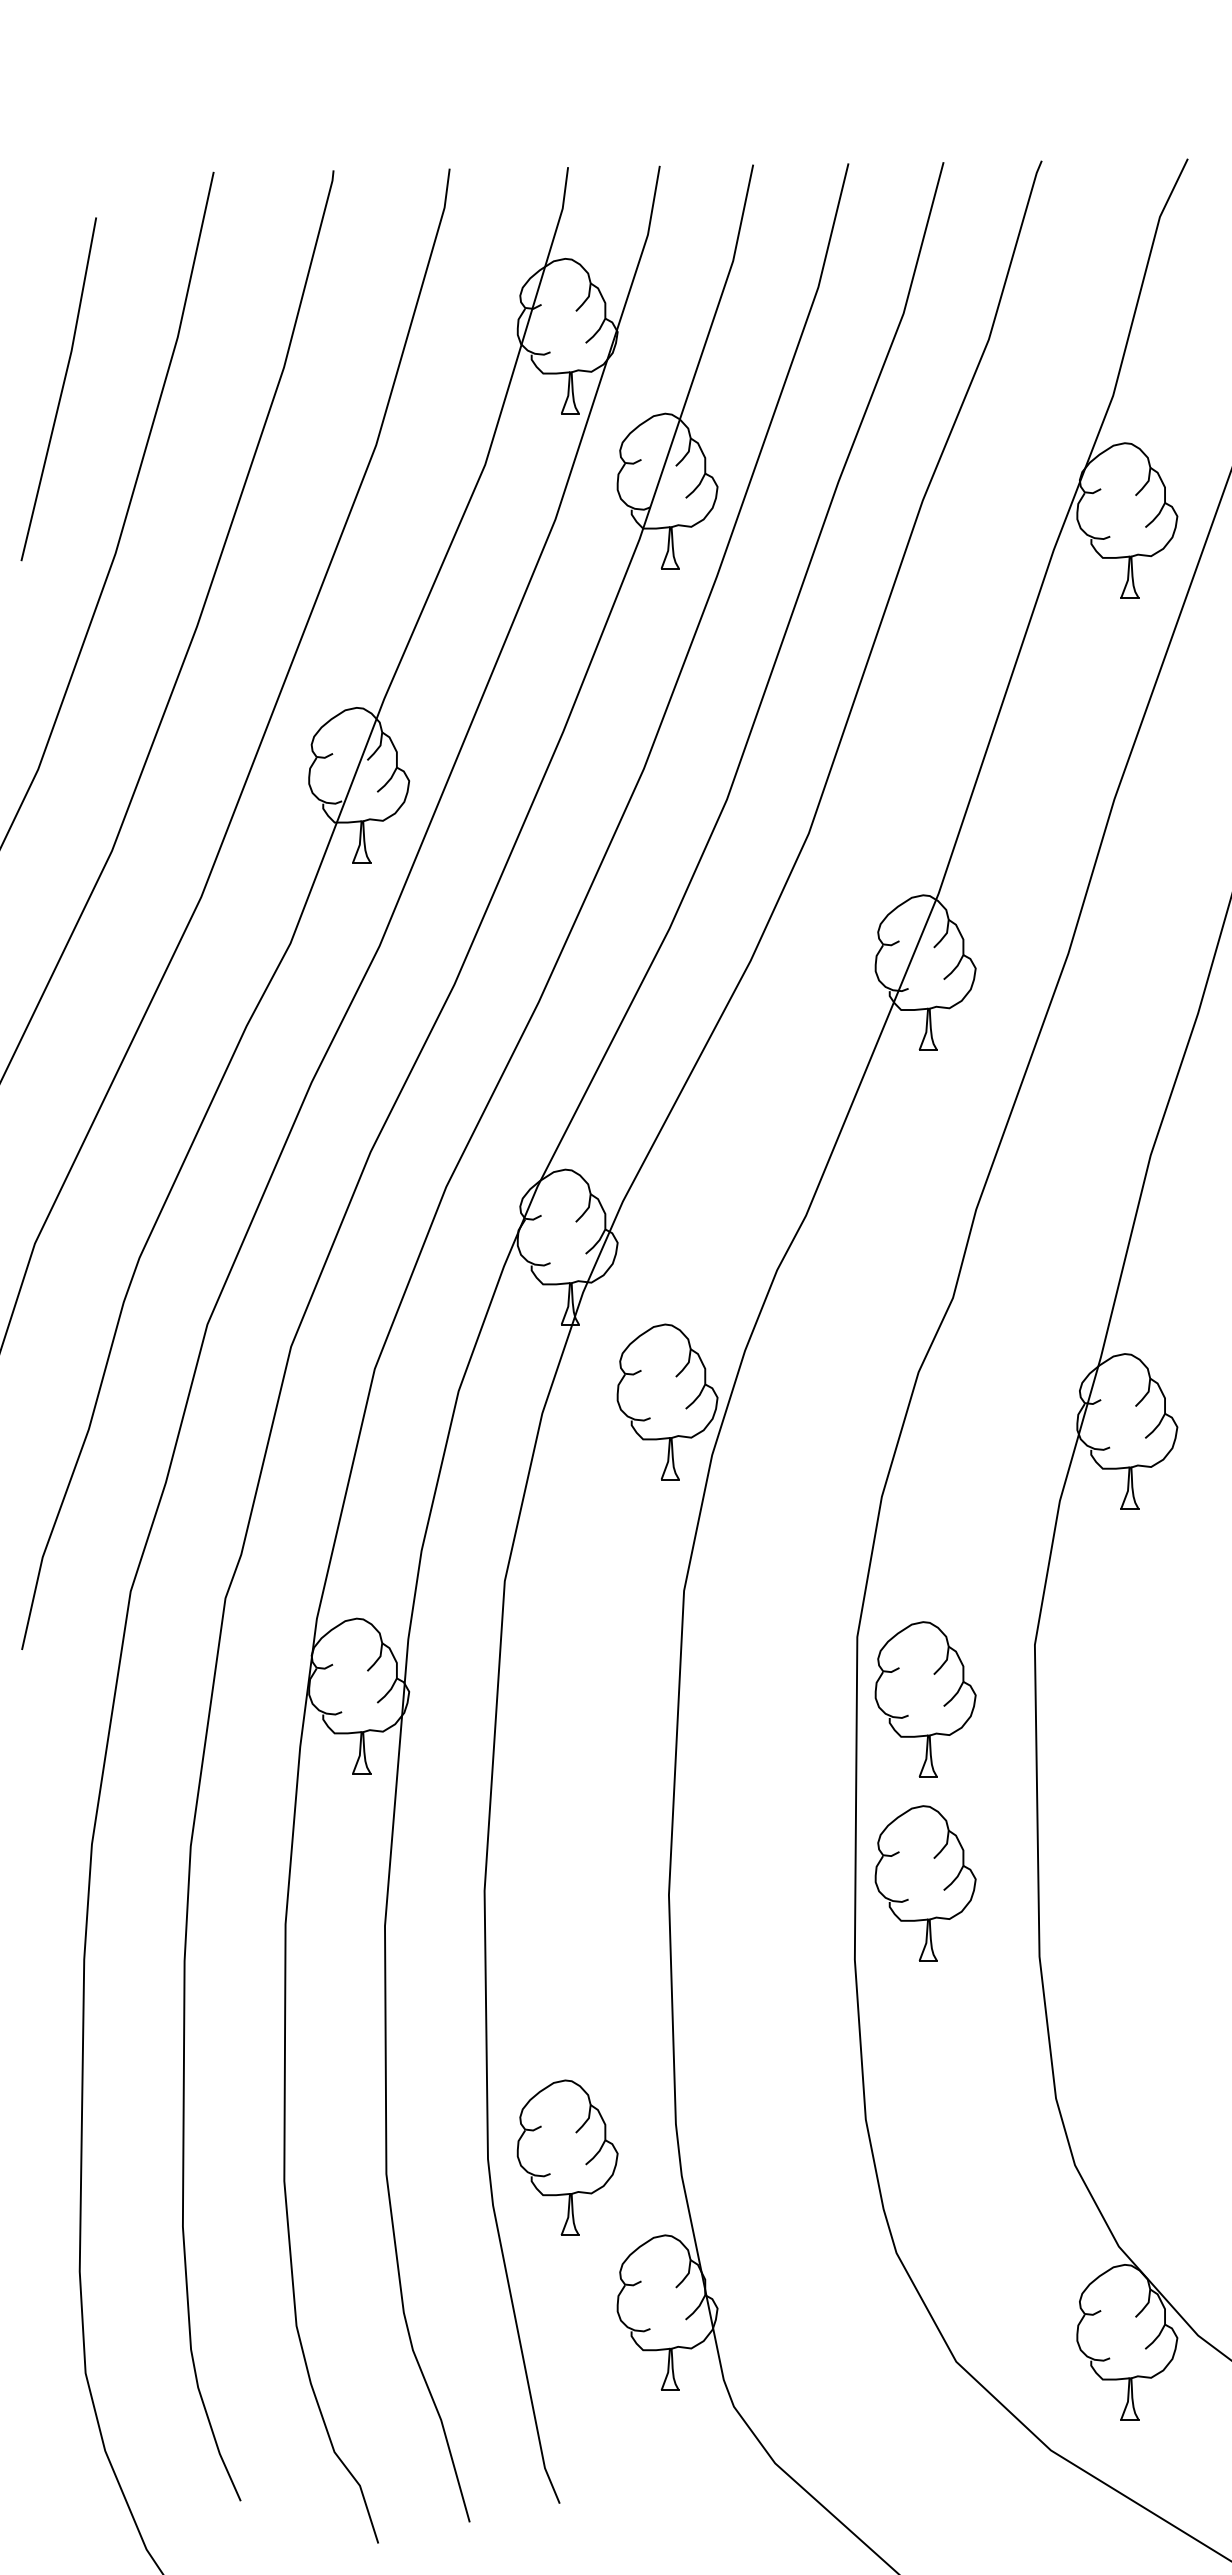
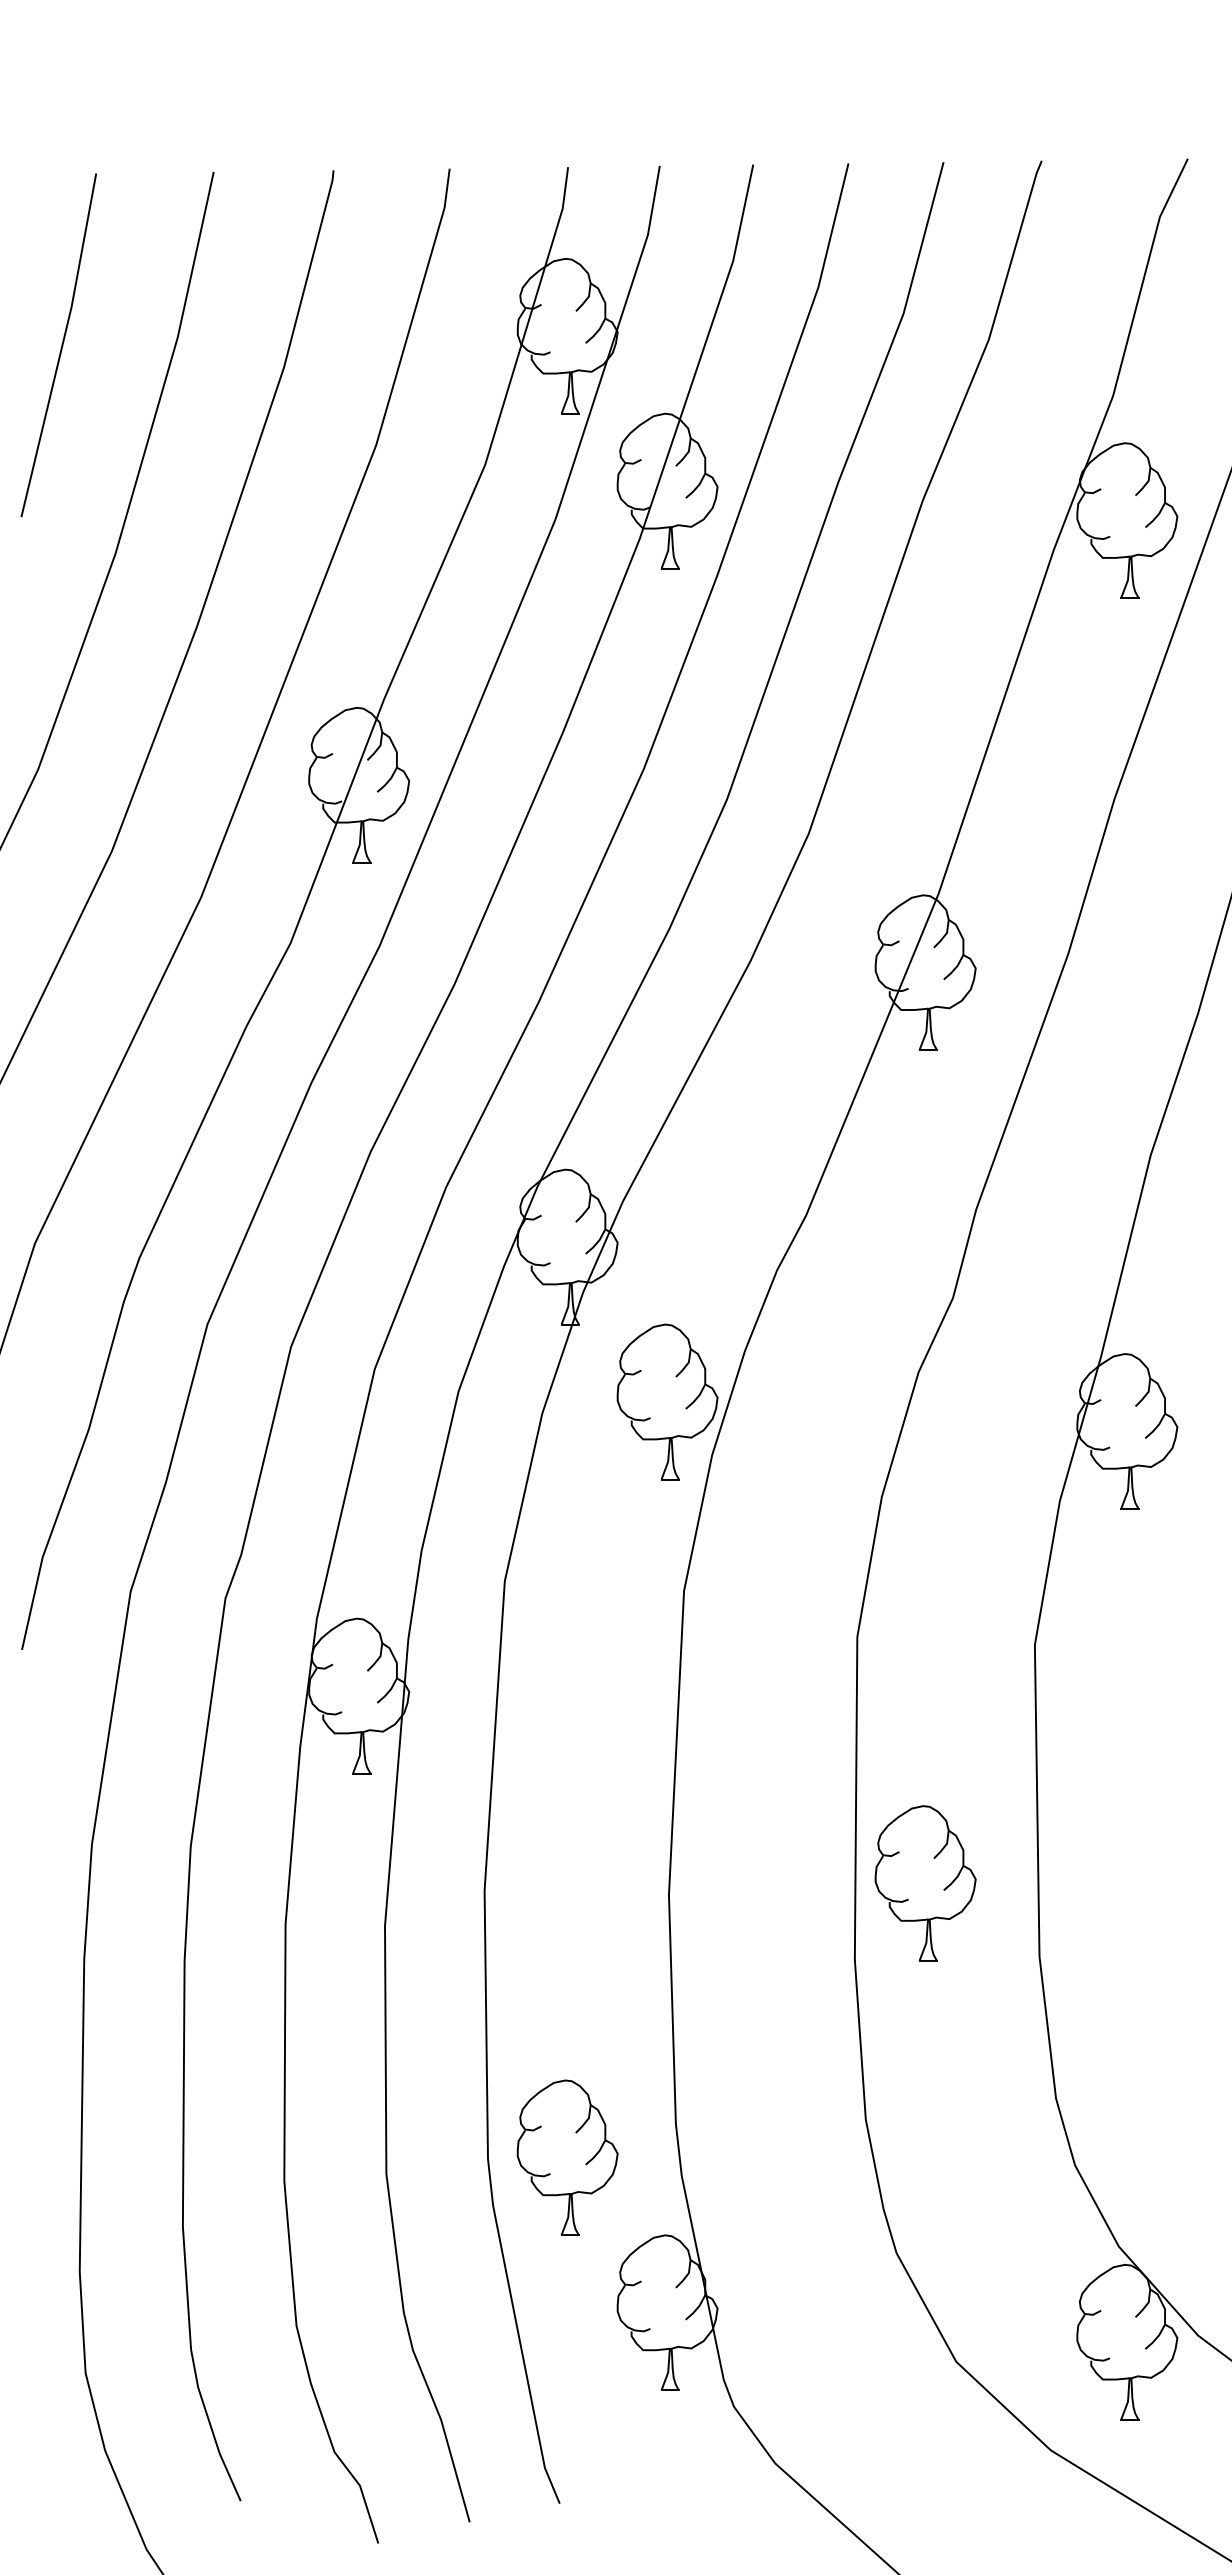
line at (61, 389) position: (61, 389) -> (61, 345)
part at (925, 1699): present -> none
